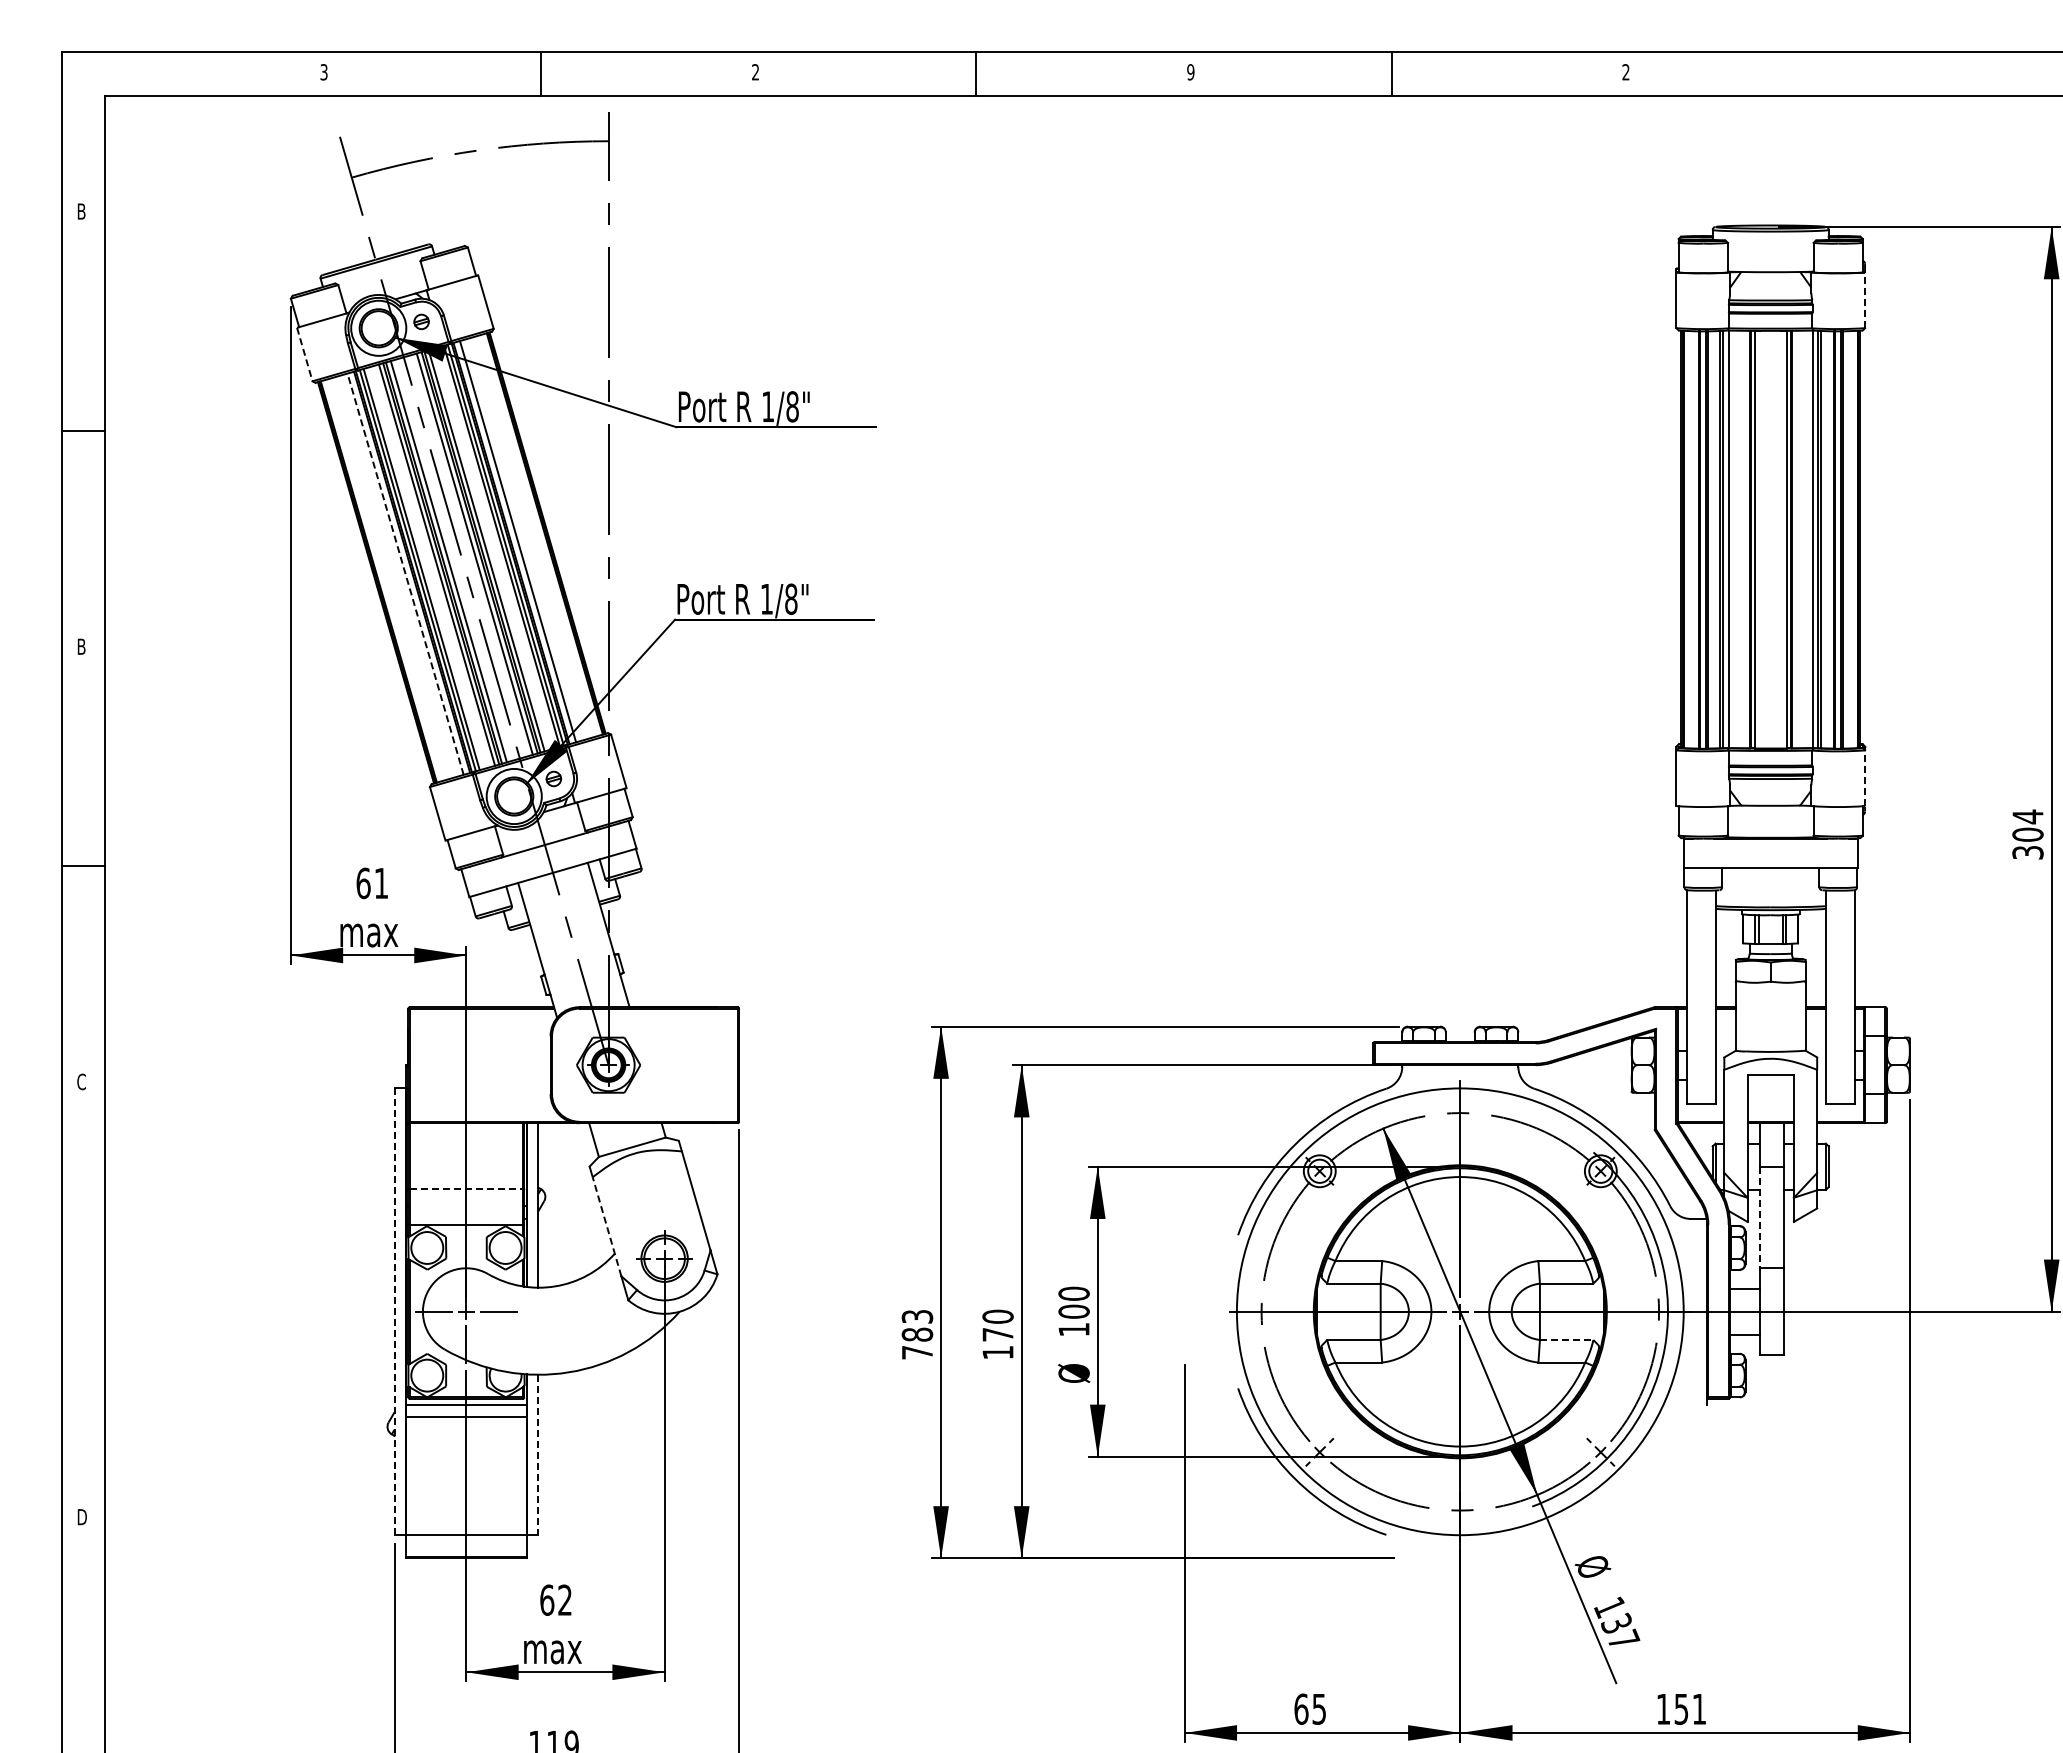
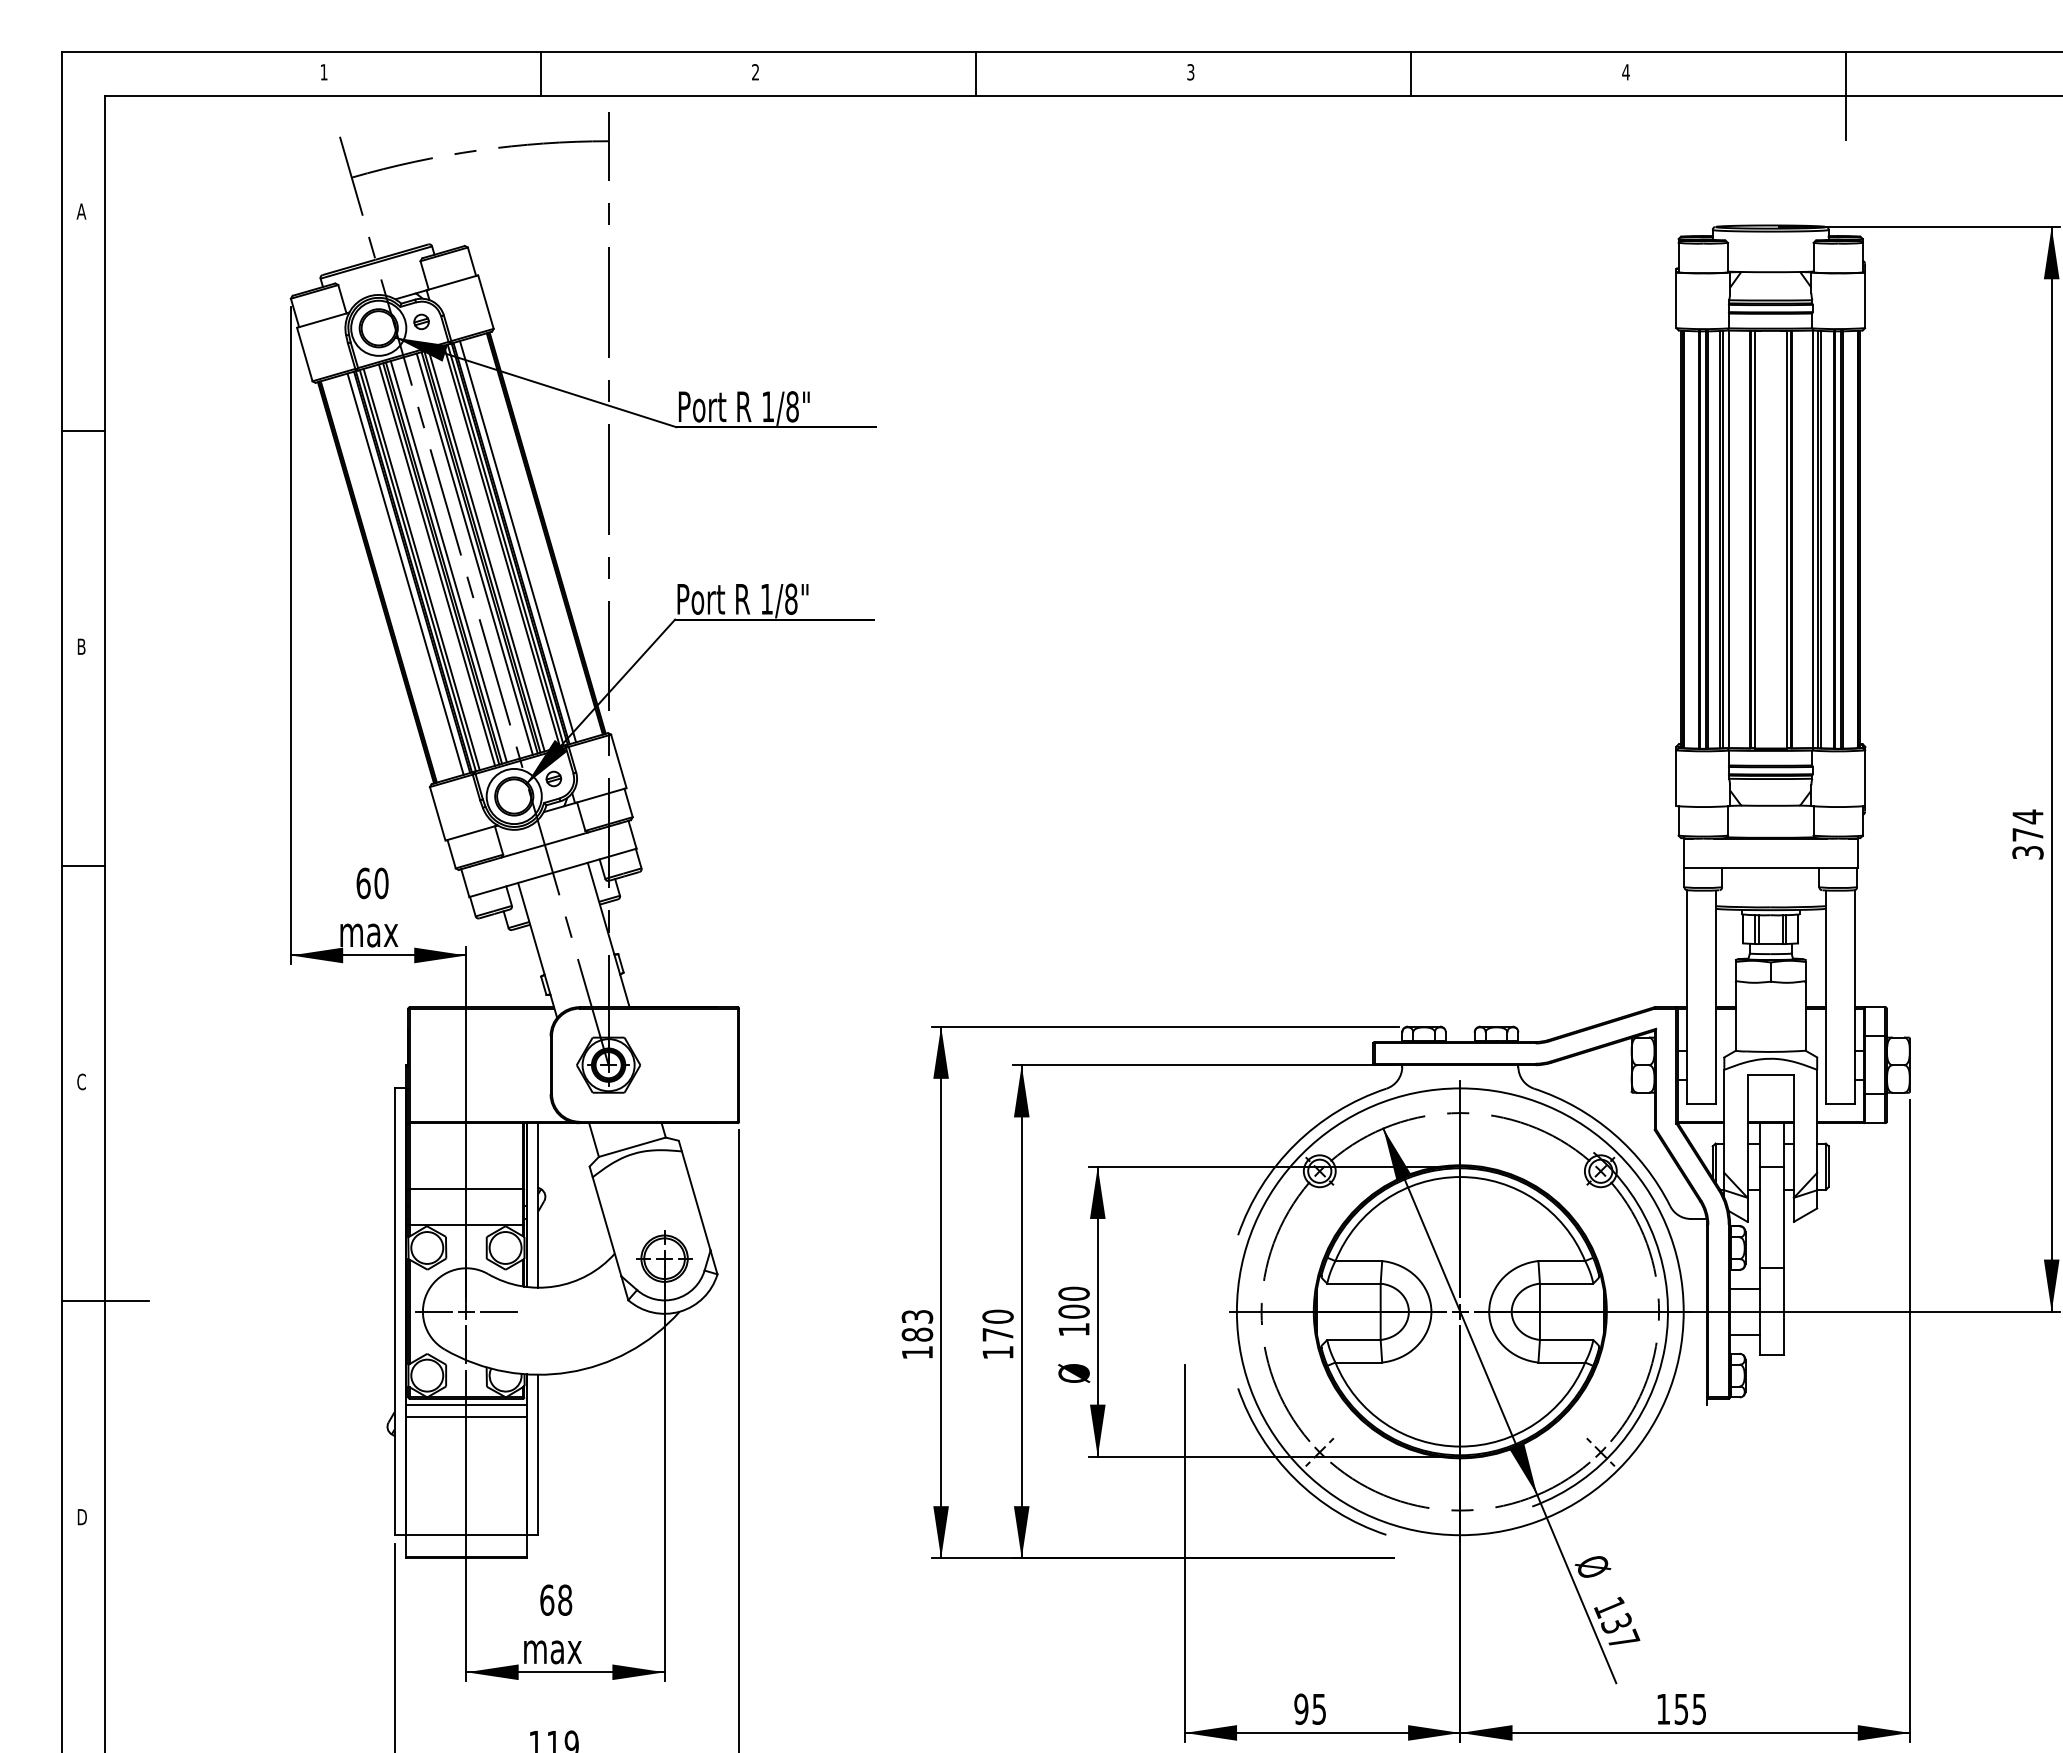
text at (323, 72): 3 -> 1
text at (1190, 72): 9 -> 3
text at (1625, 72): 2 -> 4
line at (1391, 74) position: (1391, 74) -> (1410, 74)
line at (1846, 95): none -> present
text at (81, 211): B -> A
line at (1865, 300): dashed -> solid
line at (304, 354): dashed -> solid
line at (405, 574): dashed -> solid
line at (1865, 778): dashed -> solid
text at (2027, 834): 304 -> 374
text at (381, 883): 61 -> 60
line at (466, 1188): dashed -> solid
line at (1760, 1217): dashed -> solid
line at (607, 1226): dashed -> solid
line at (104, 1301): none -> present
line at (394, 1312): dashed -> solid
line at (1566, 1340): dashed -> solid
text at (917, 1352): 783 -> 183
line at (538, 1455): dashed -> solid
text at (565, 1599): 62 -> 68
text at (1301, 1708): 65 -> 95
text at (1698, 1709): 151 -> 155
